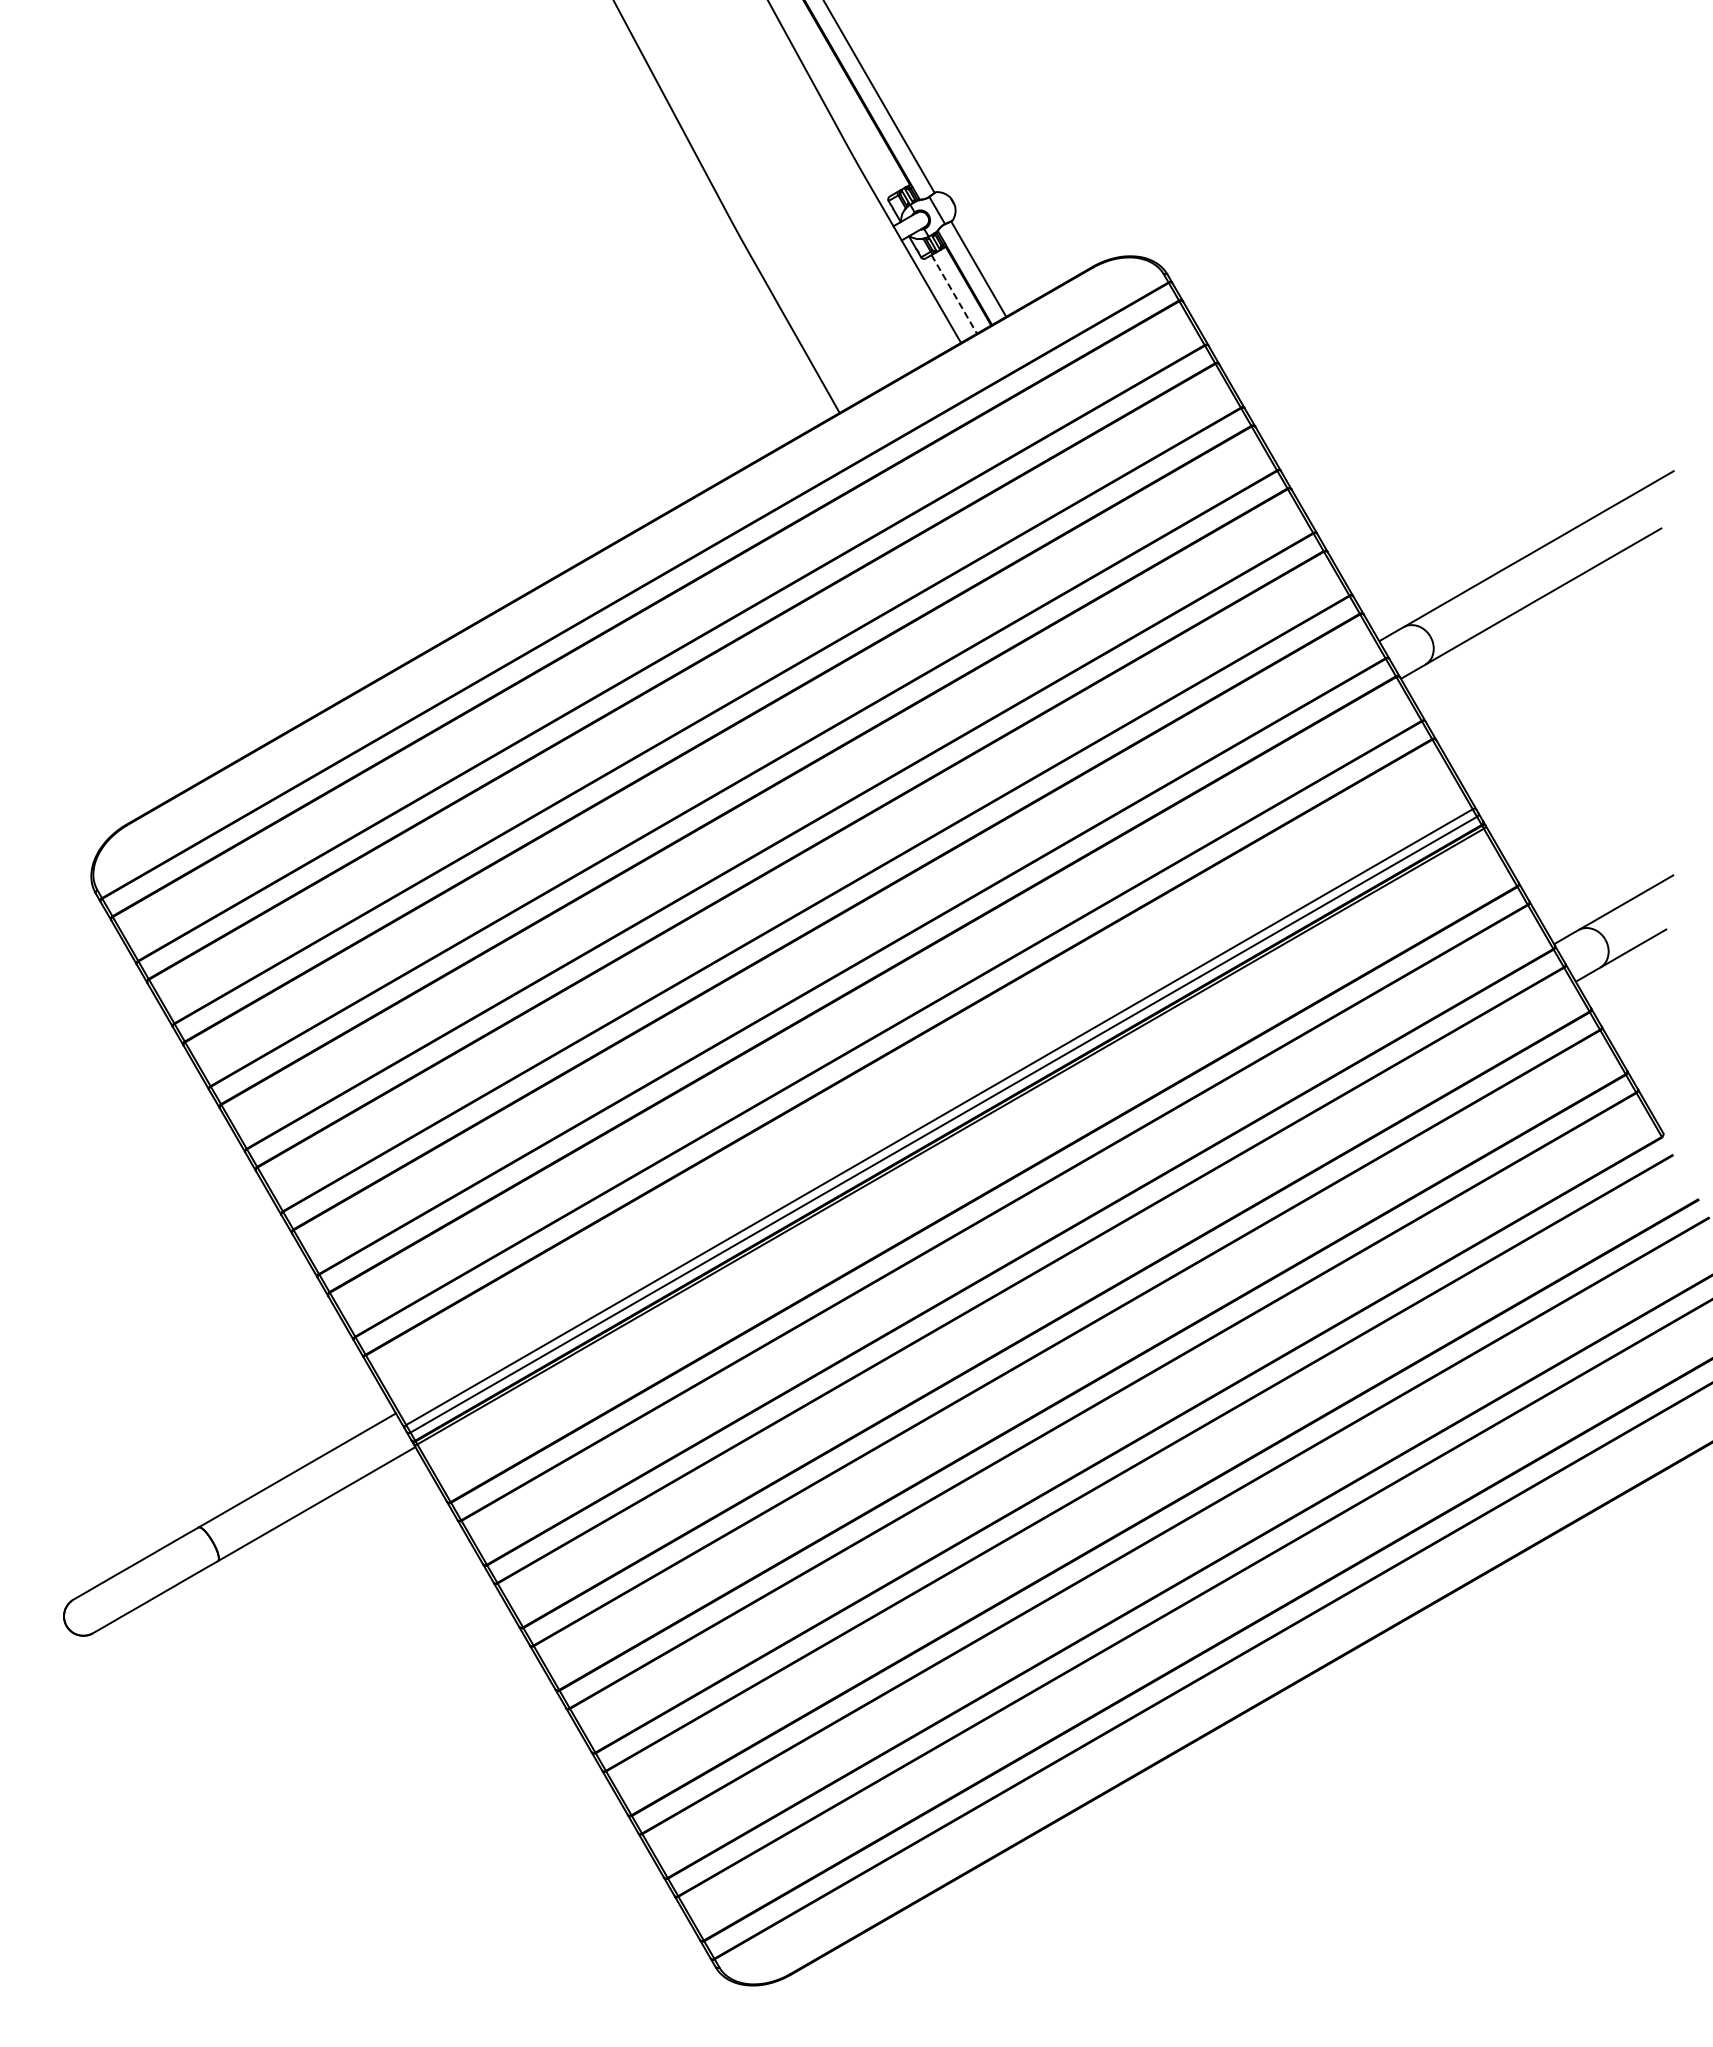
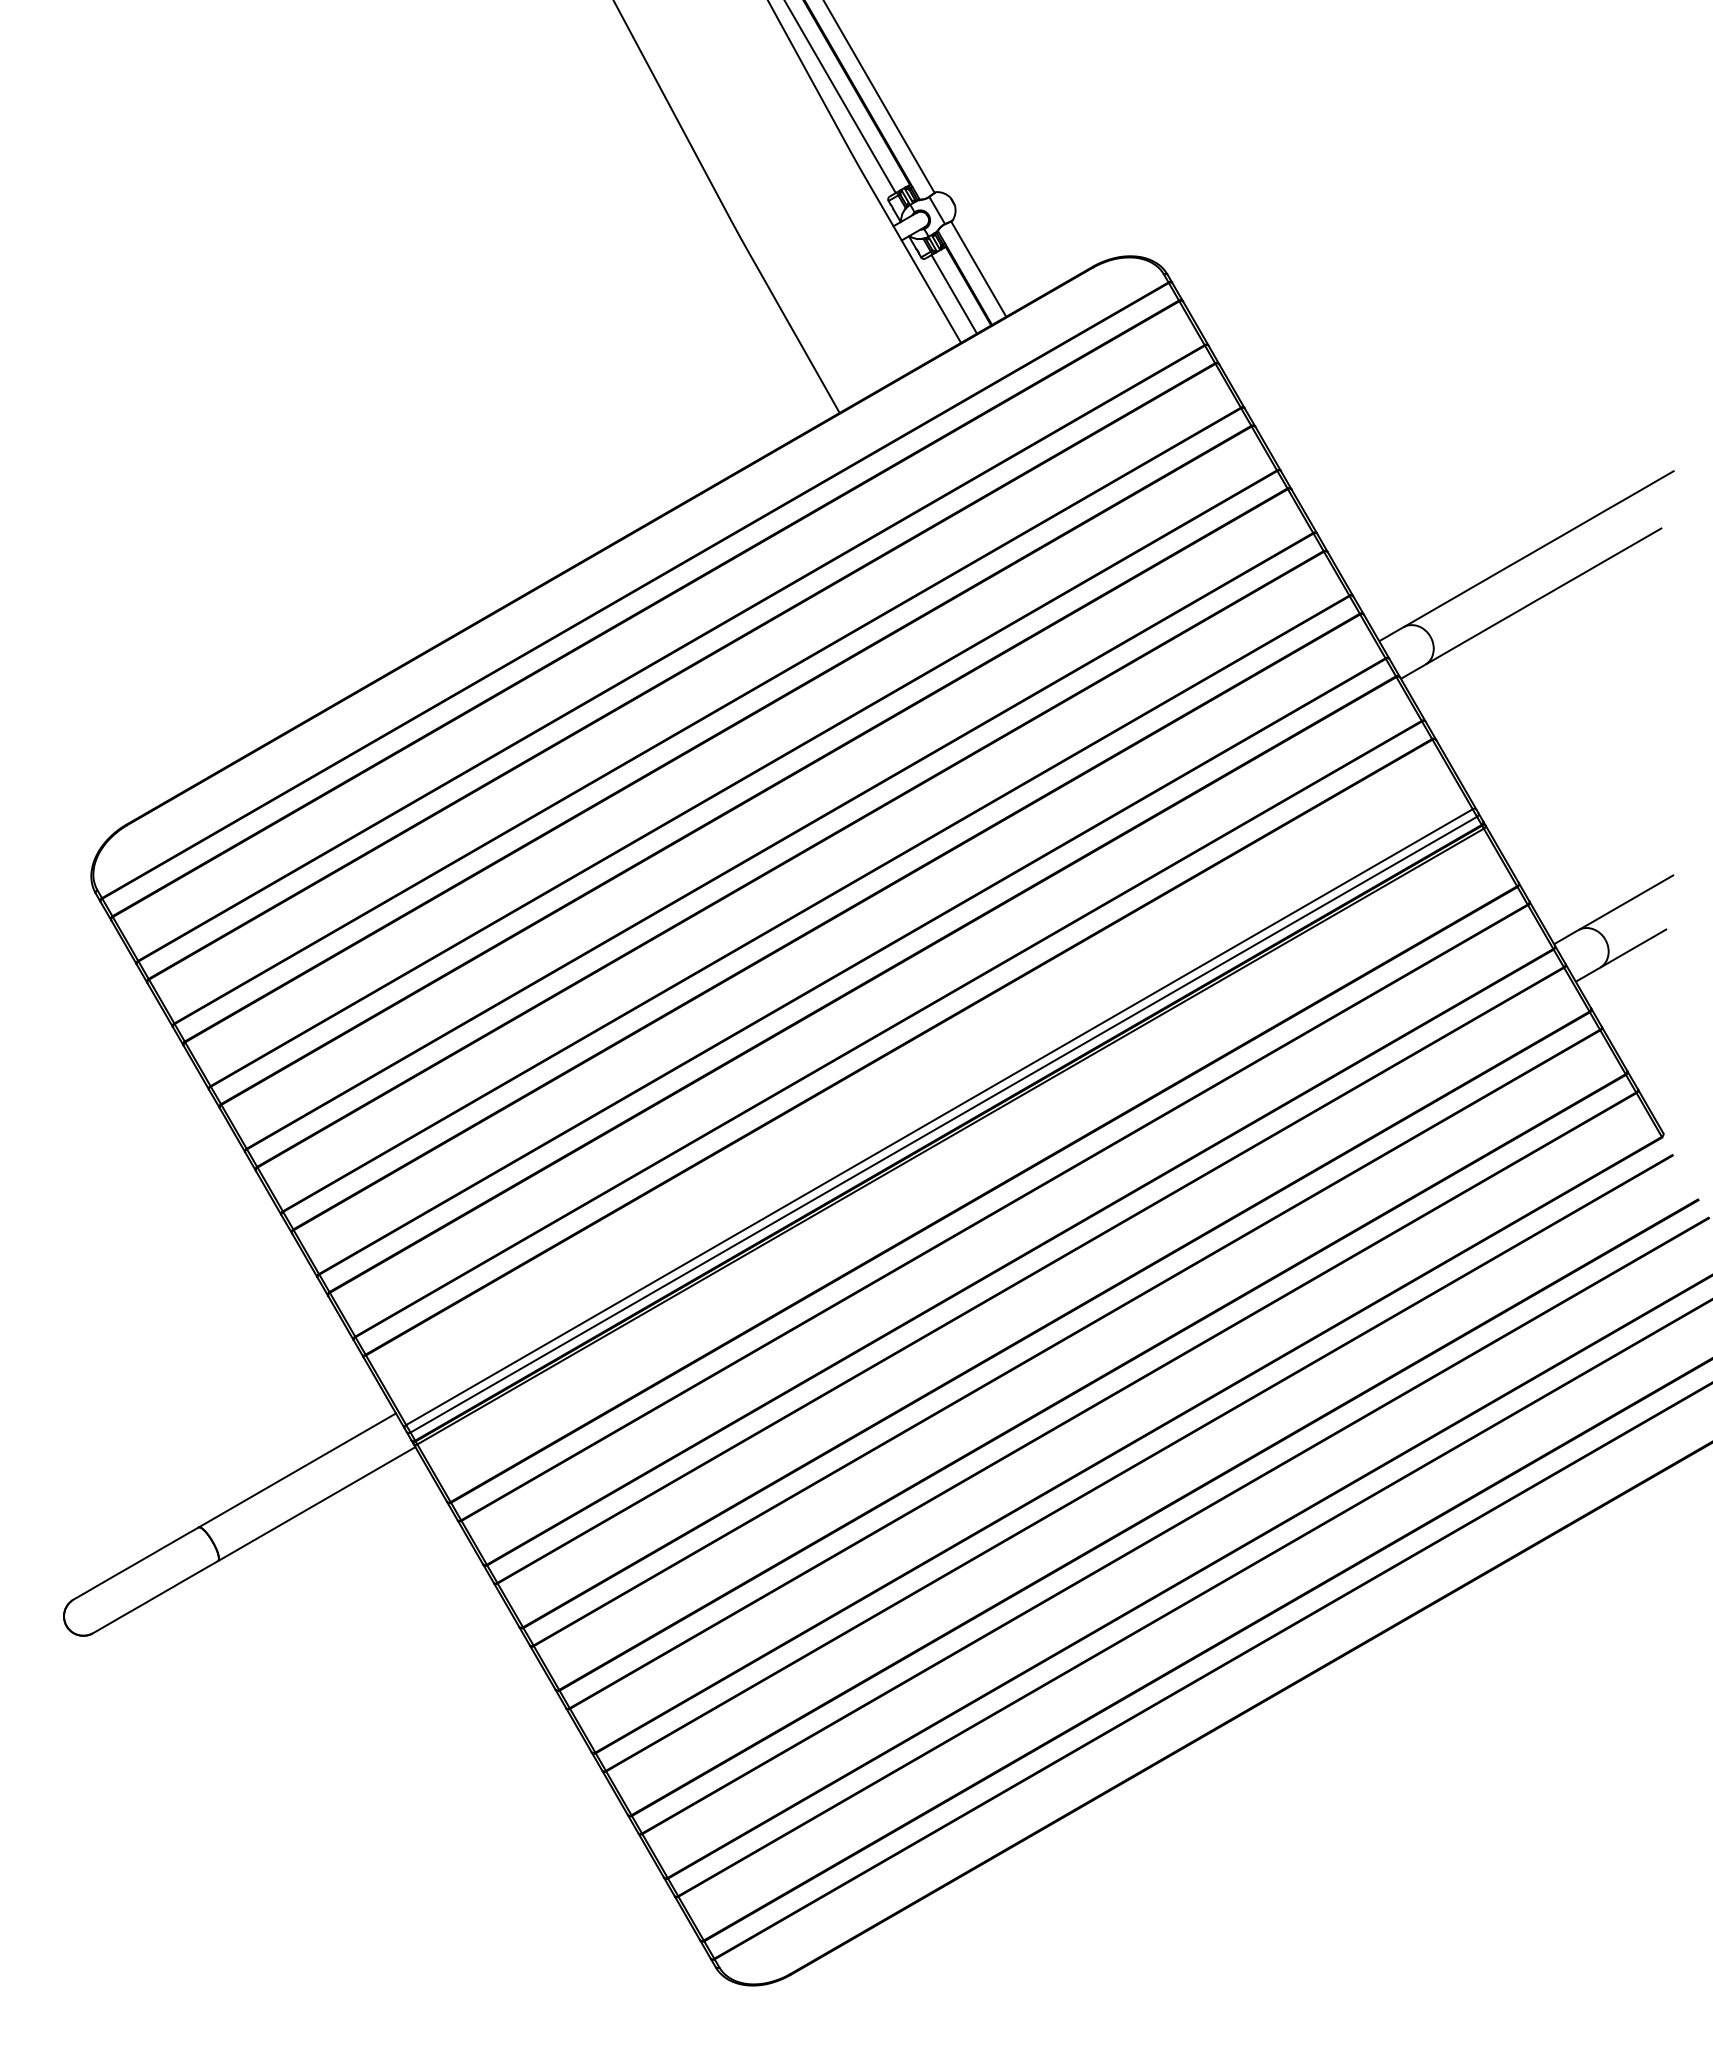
line at (840, 97): none -> present
line at (954, 294): dashed -> solid
